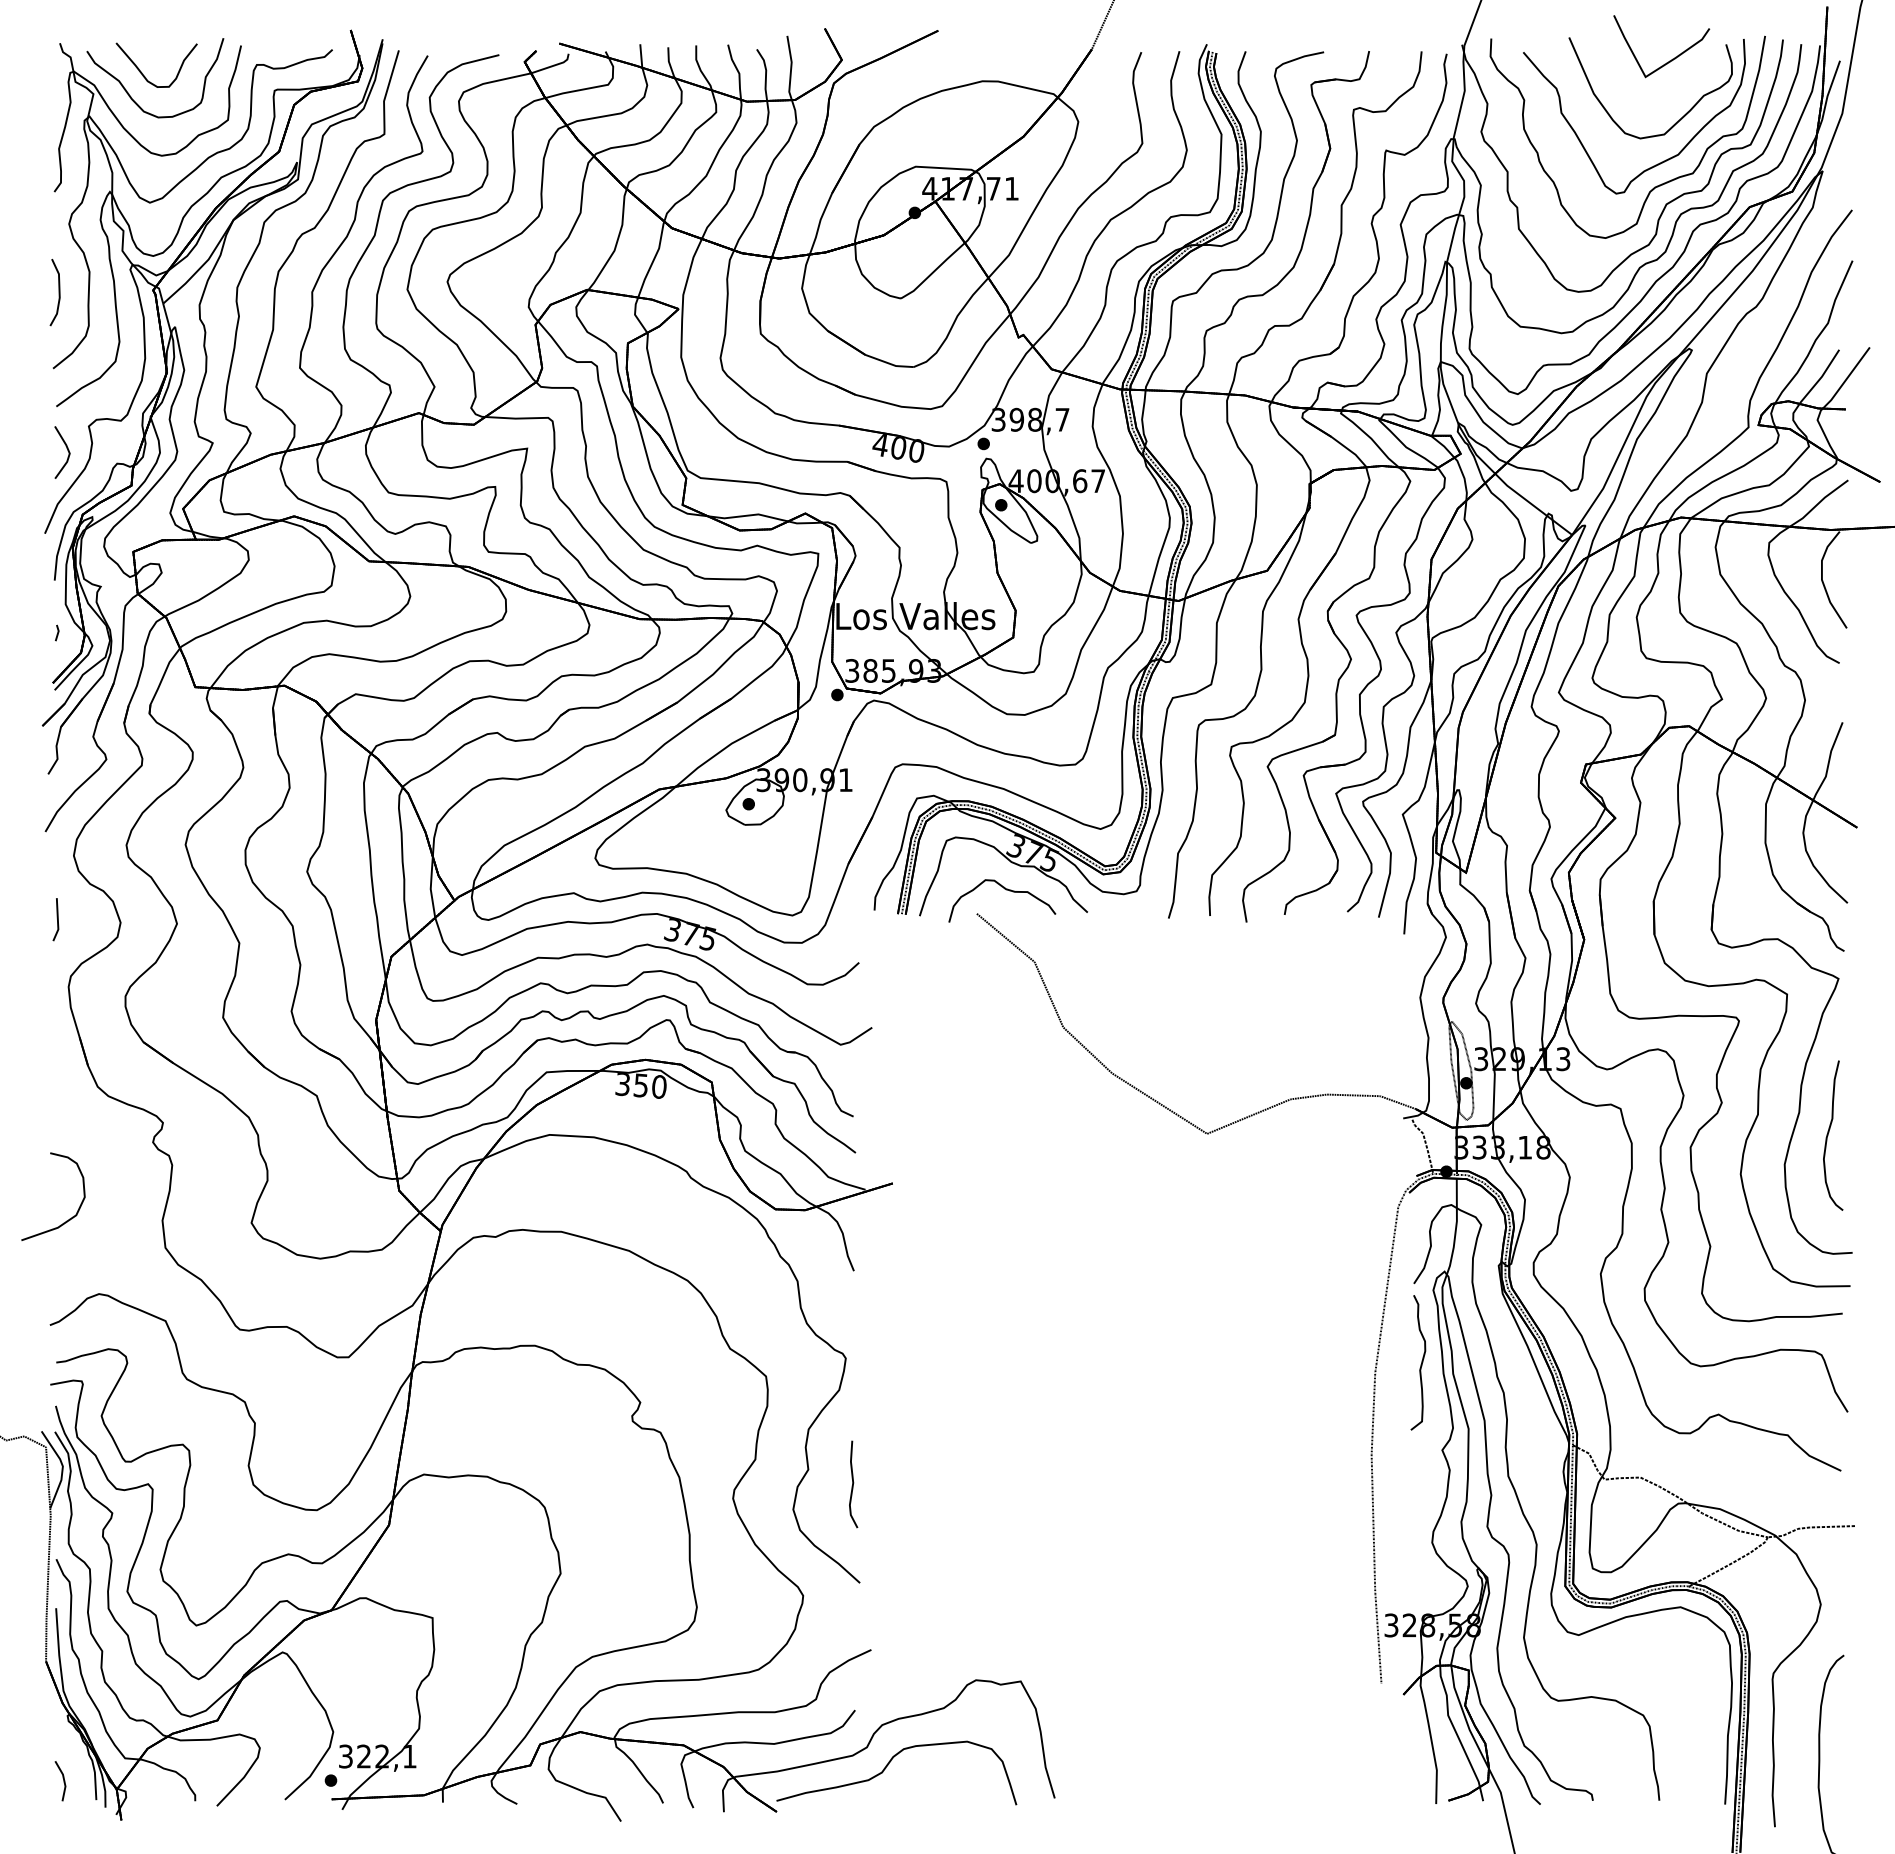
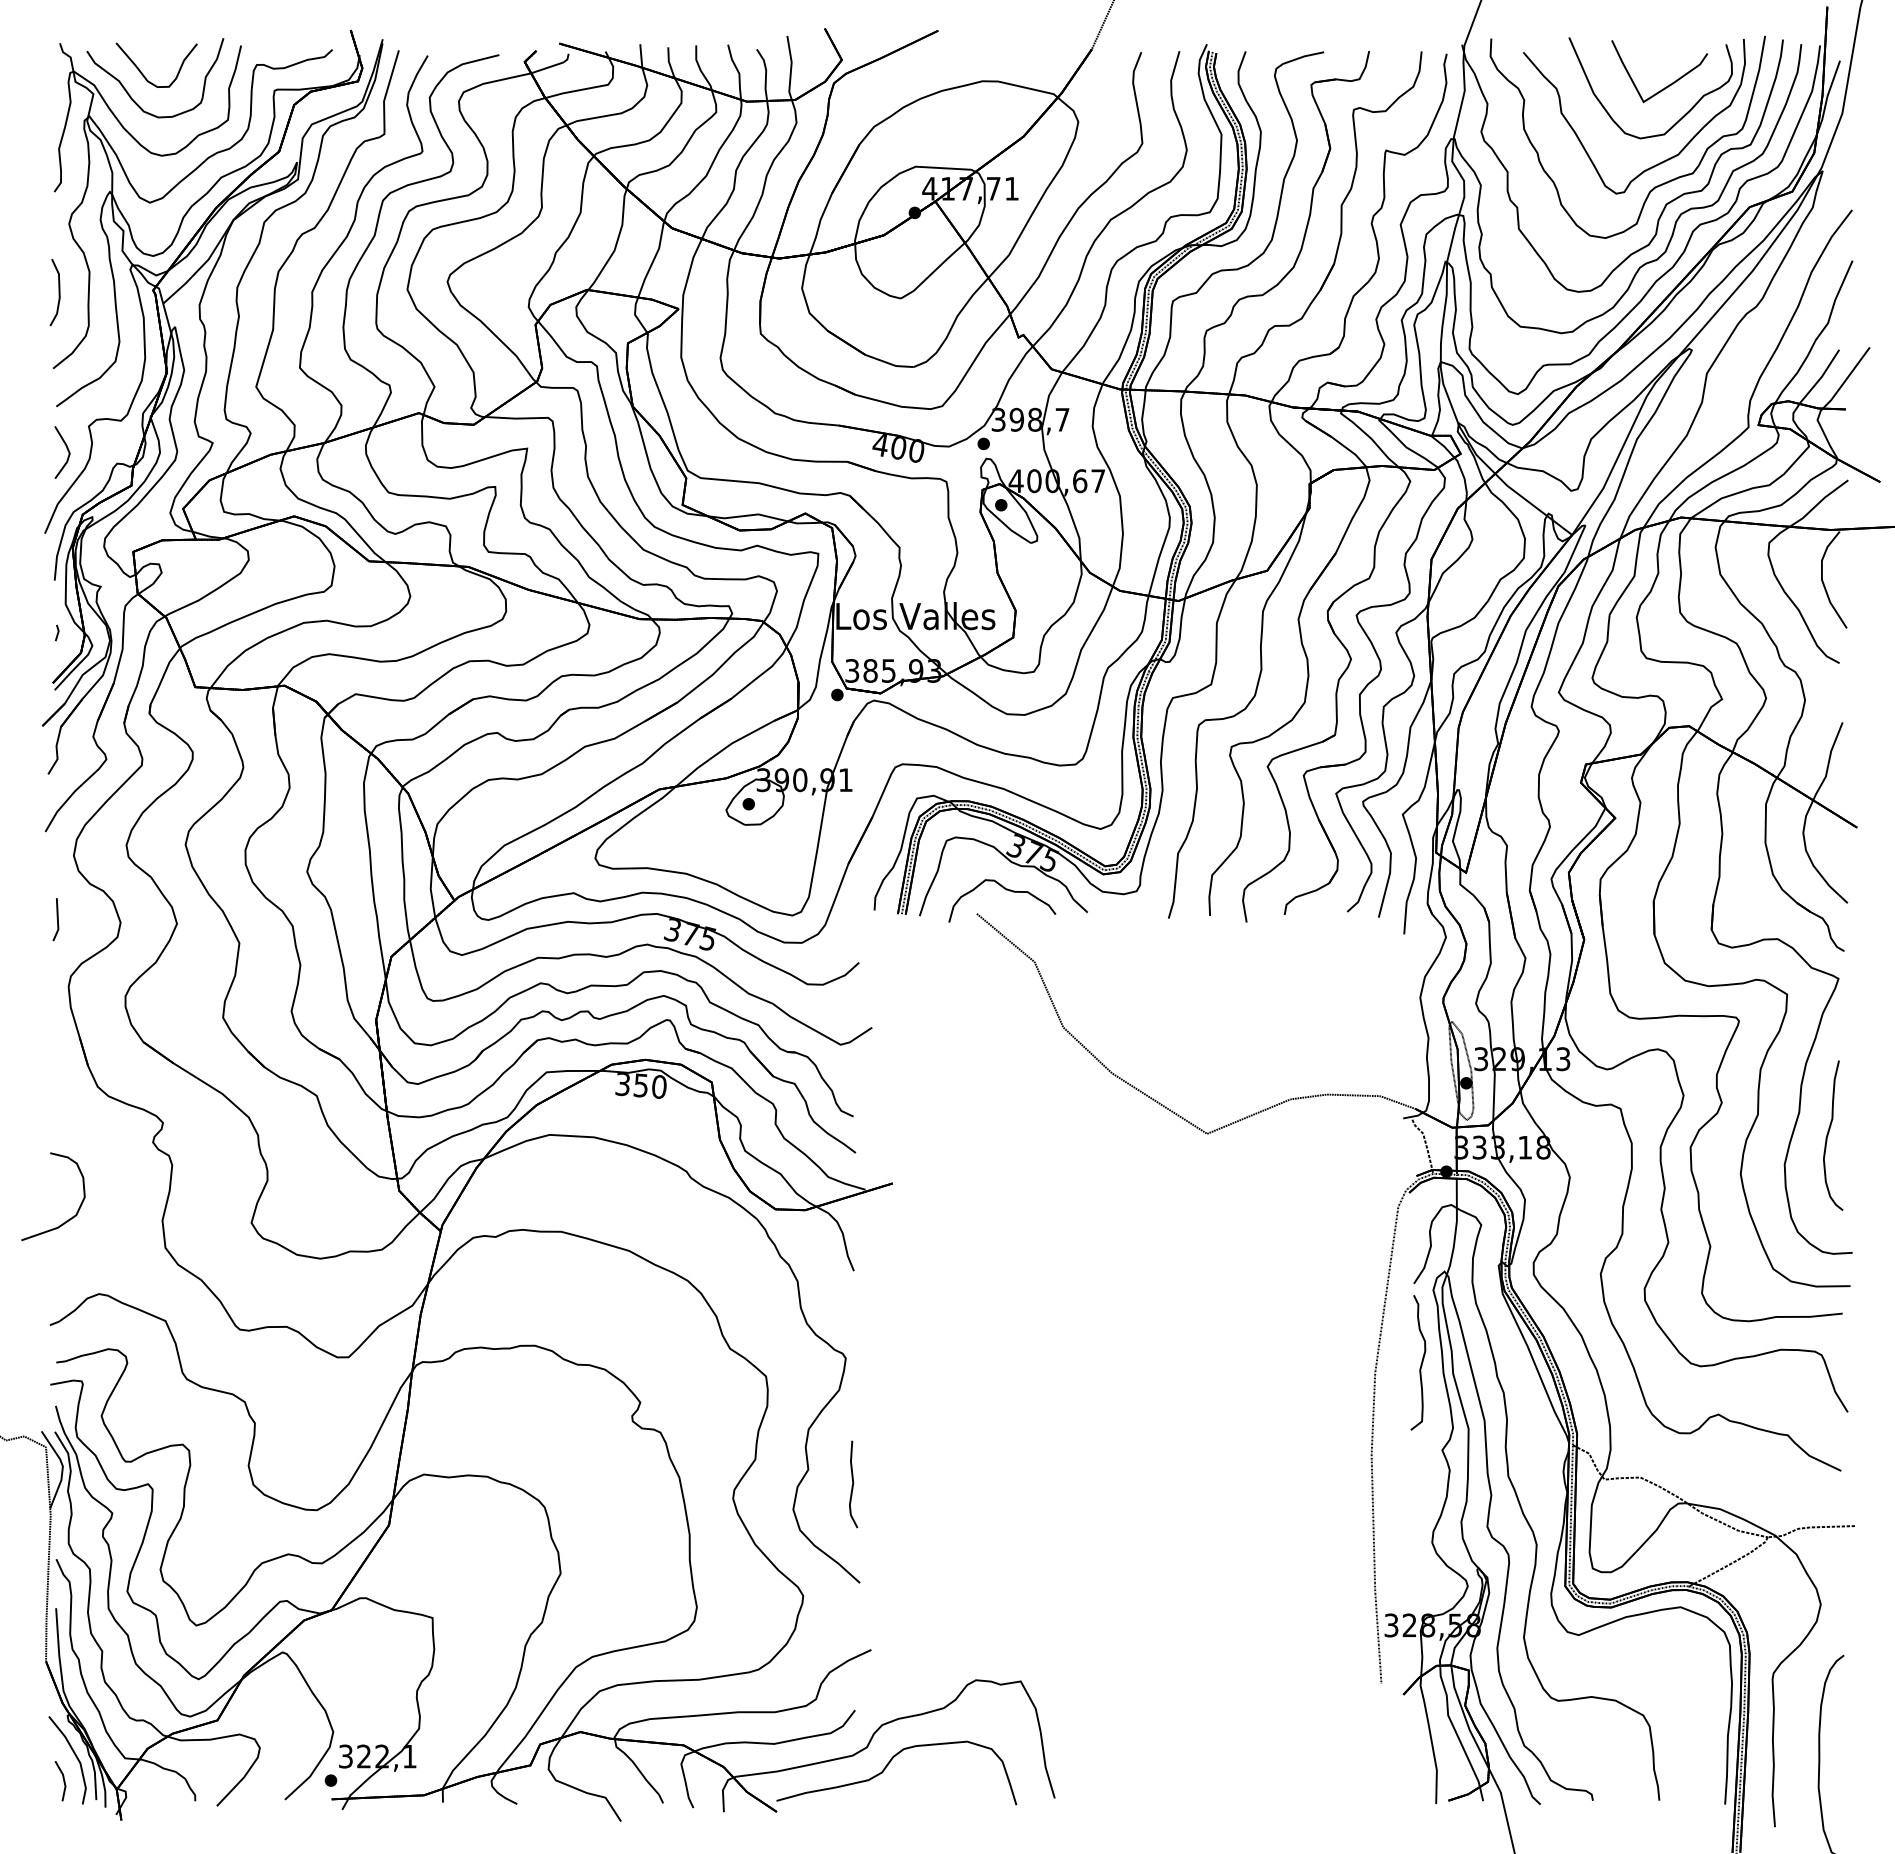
part at (1669, 60) position: (1669, 60) -> (1667, 85)
line at (74, 1755): none -> present
